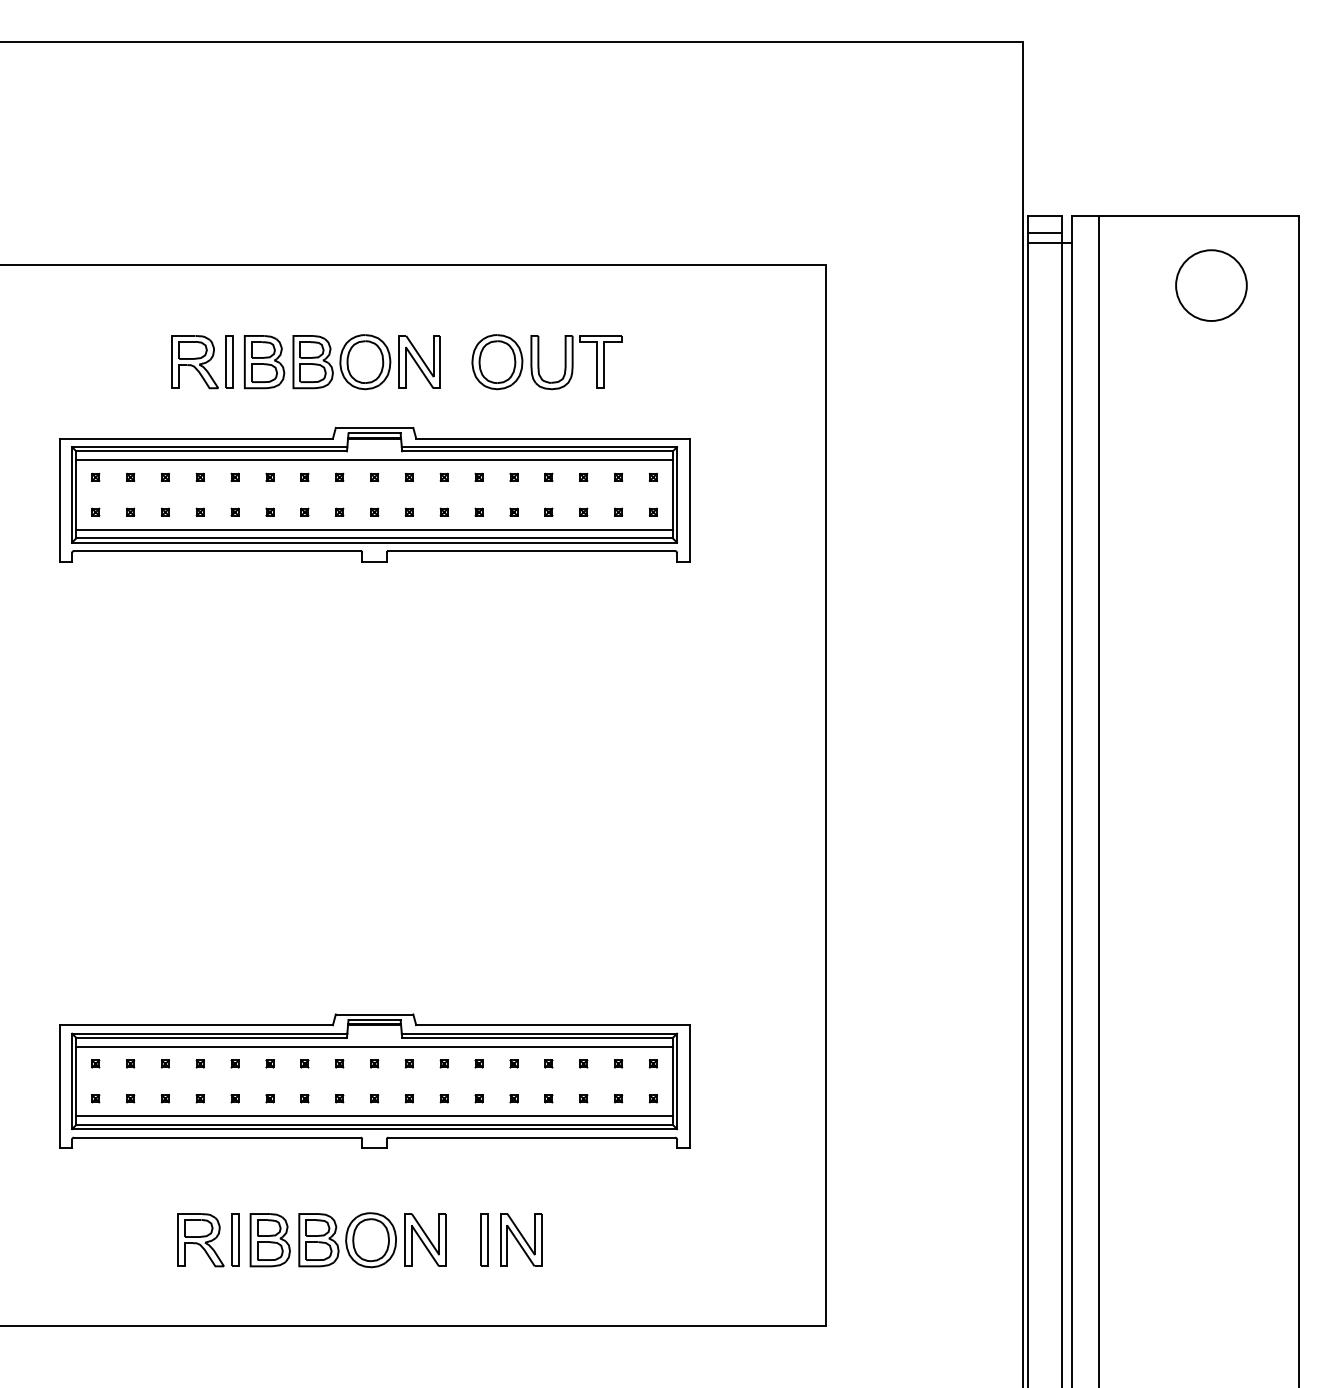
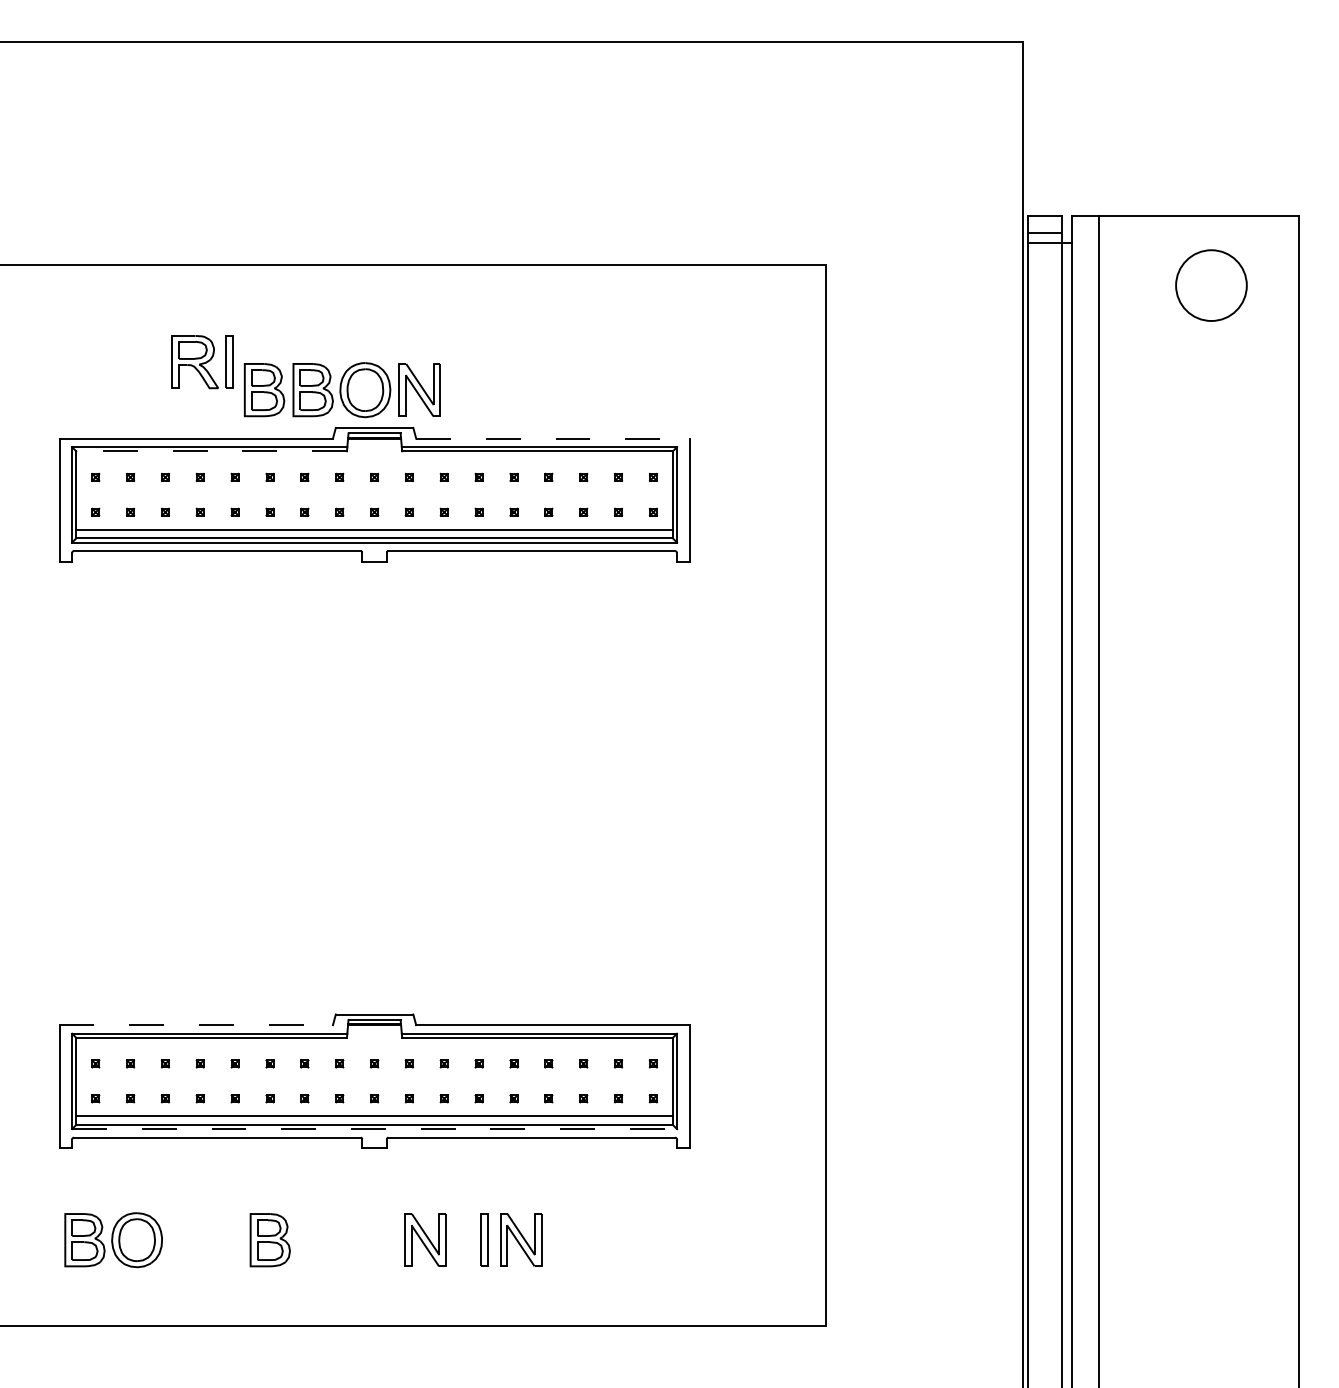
part at (341, 362) position: (341, 362) -> (341, 390)
part at (539, 362): present -> none
line at (552, 438): solid -> dashed
line at (211, 451): solid -> dashed
line at (374, 460): present -> none
line at (196, 1025): solid -> dashed
line at (374, 1046): present -> none
line at (375, 1129): solid -> dashed
part at (208, 1240): present -> none
part at (347, 1240) position: (347, 1240) -> (113, 1240)
